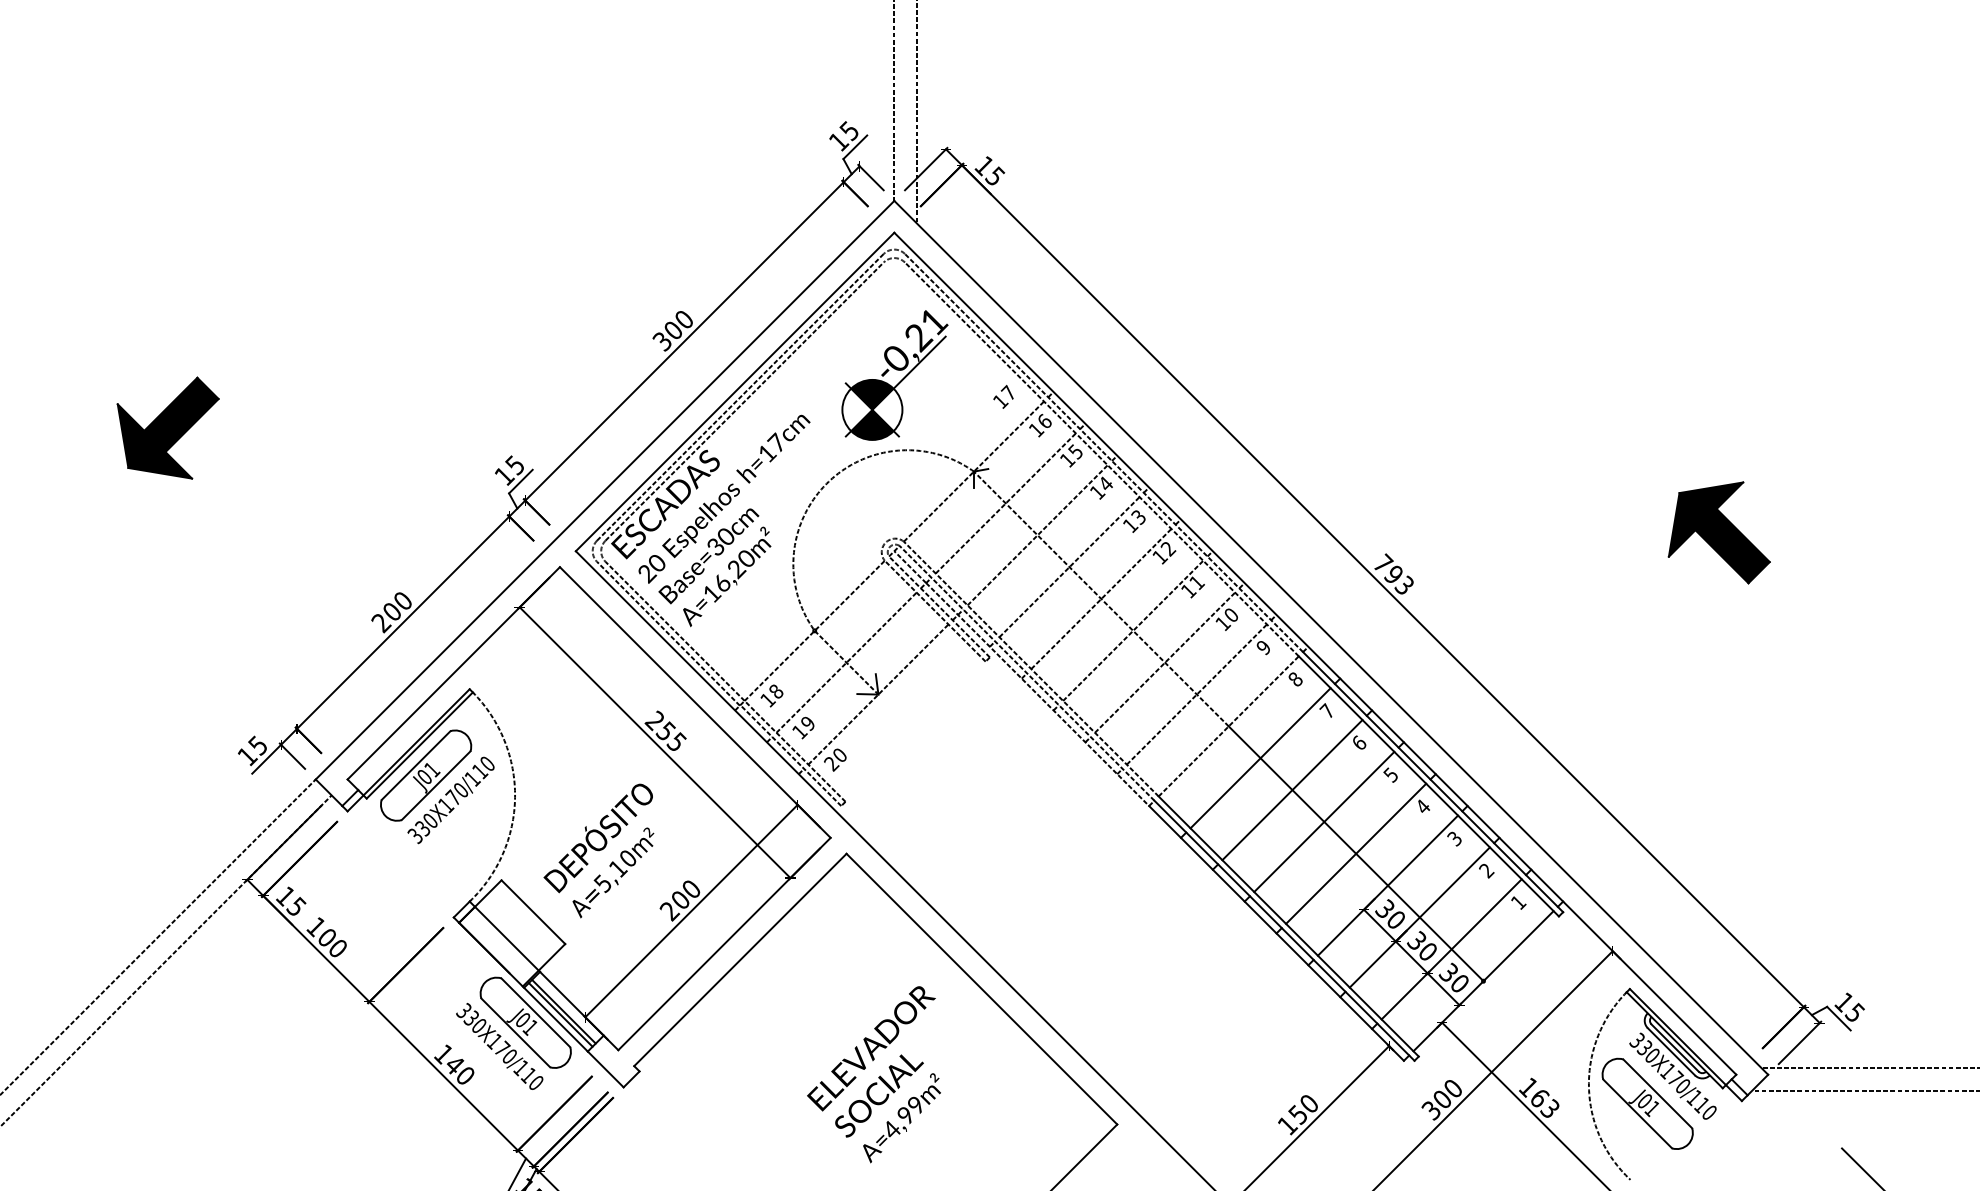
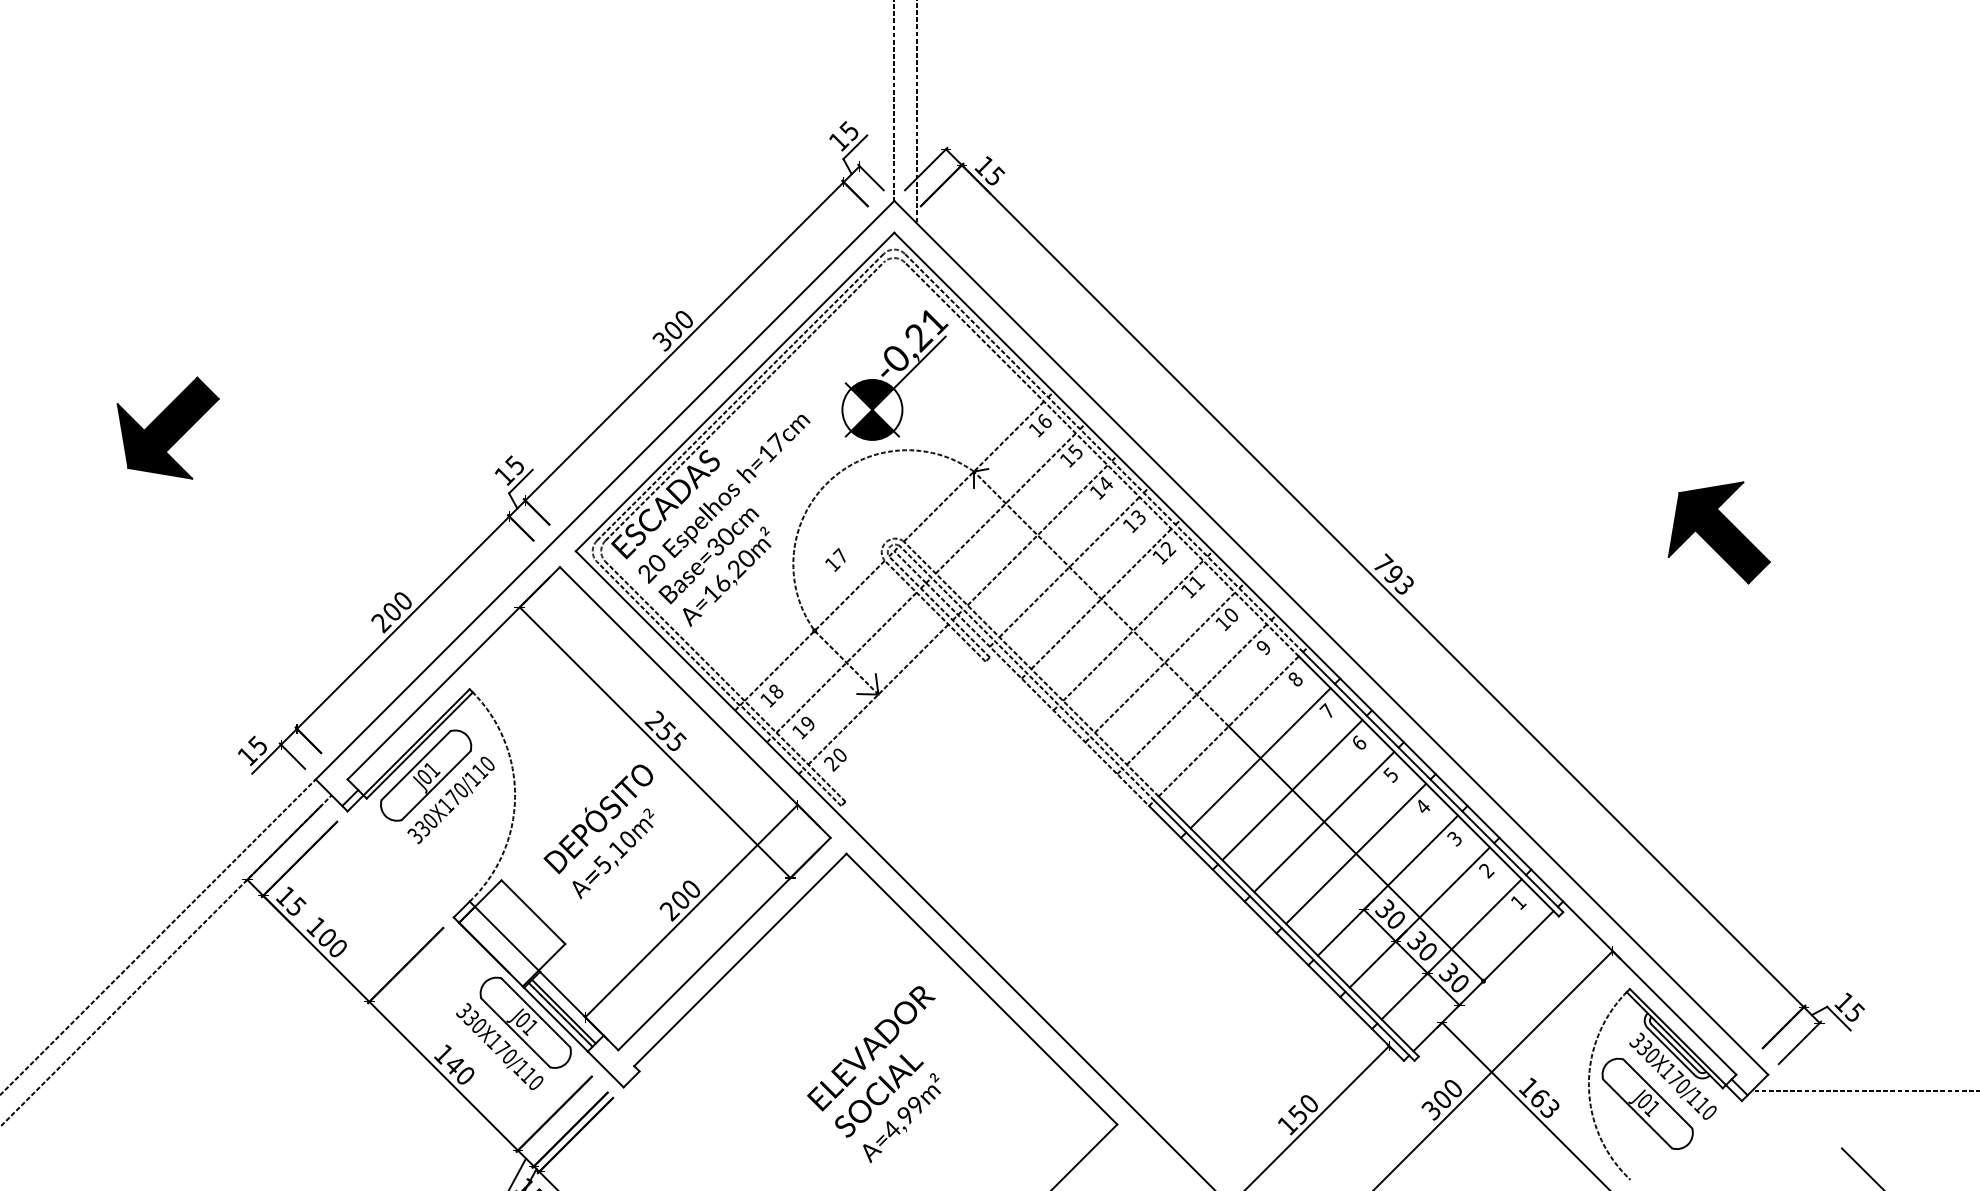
text at (1003, 396) position: (1003, 396) -> (835, 559)
text at (598, 850) position: (598, 850) -> (598, 831)
line at (1868, 1068): present -> none
